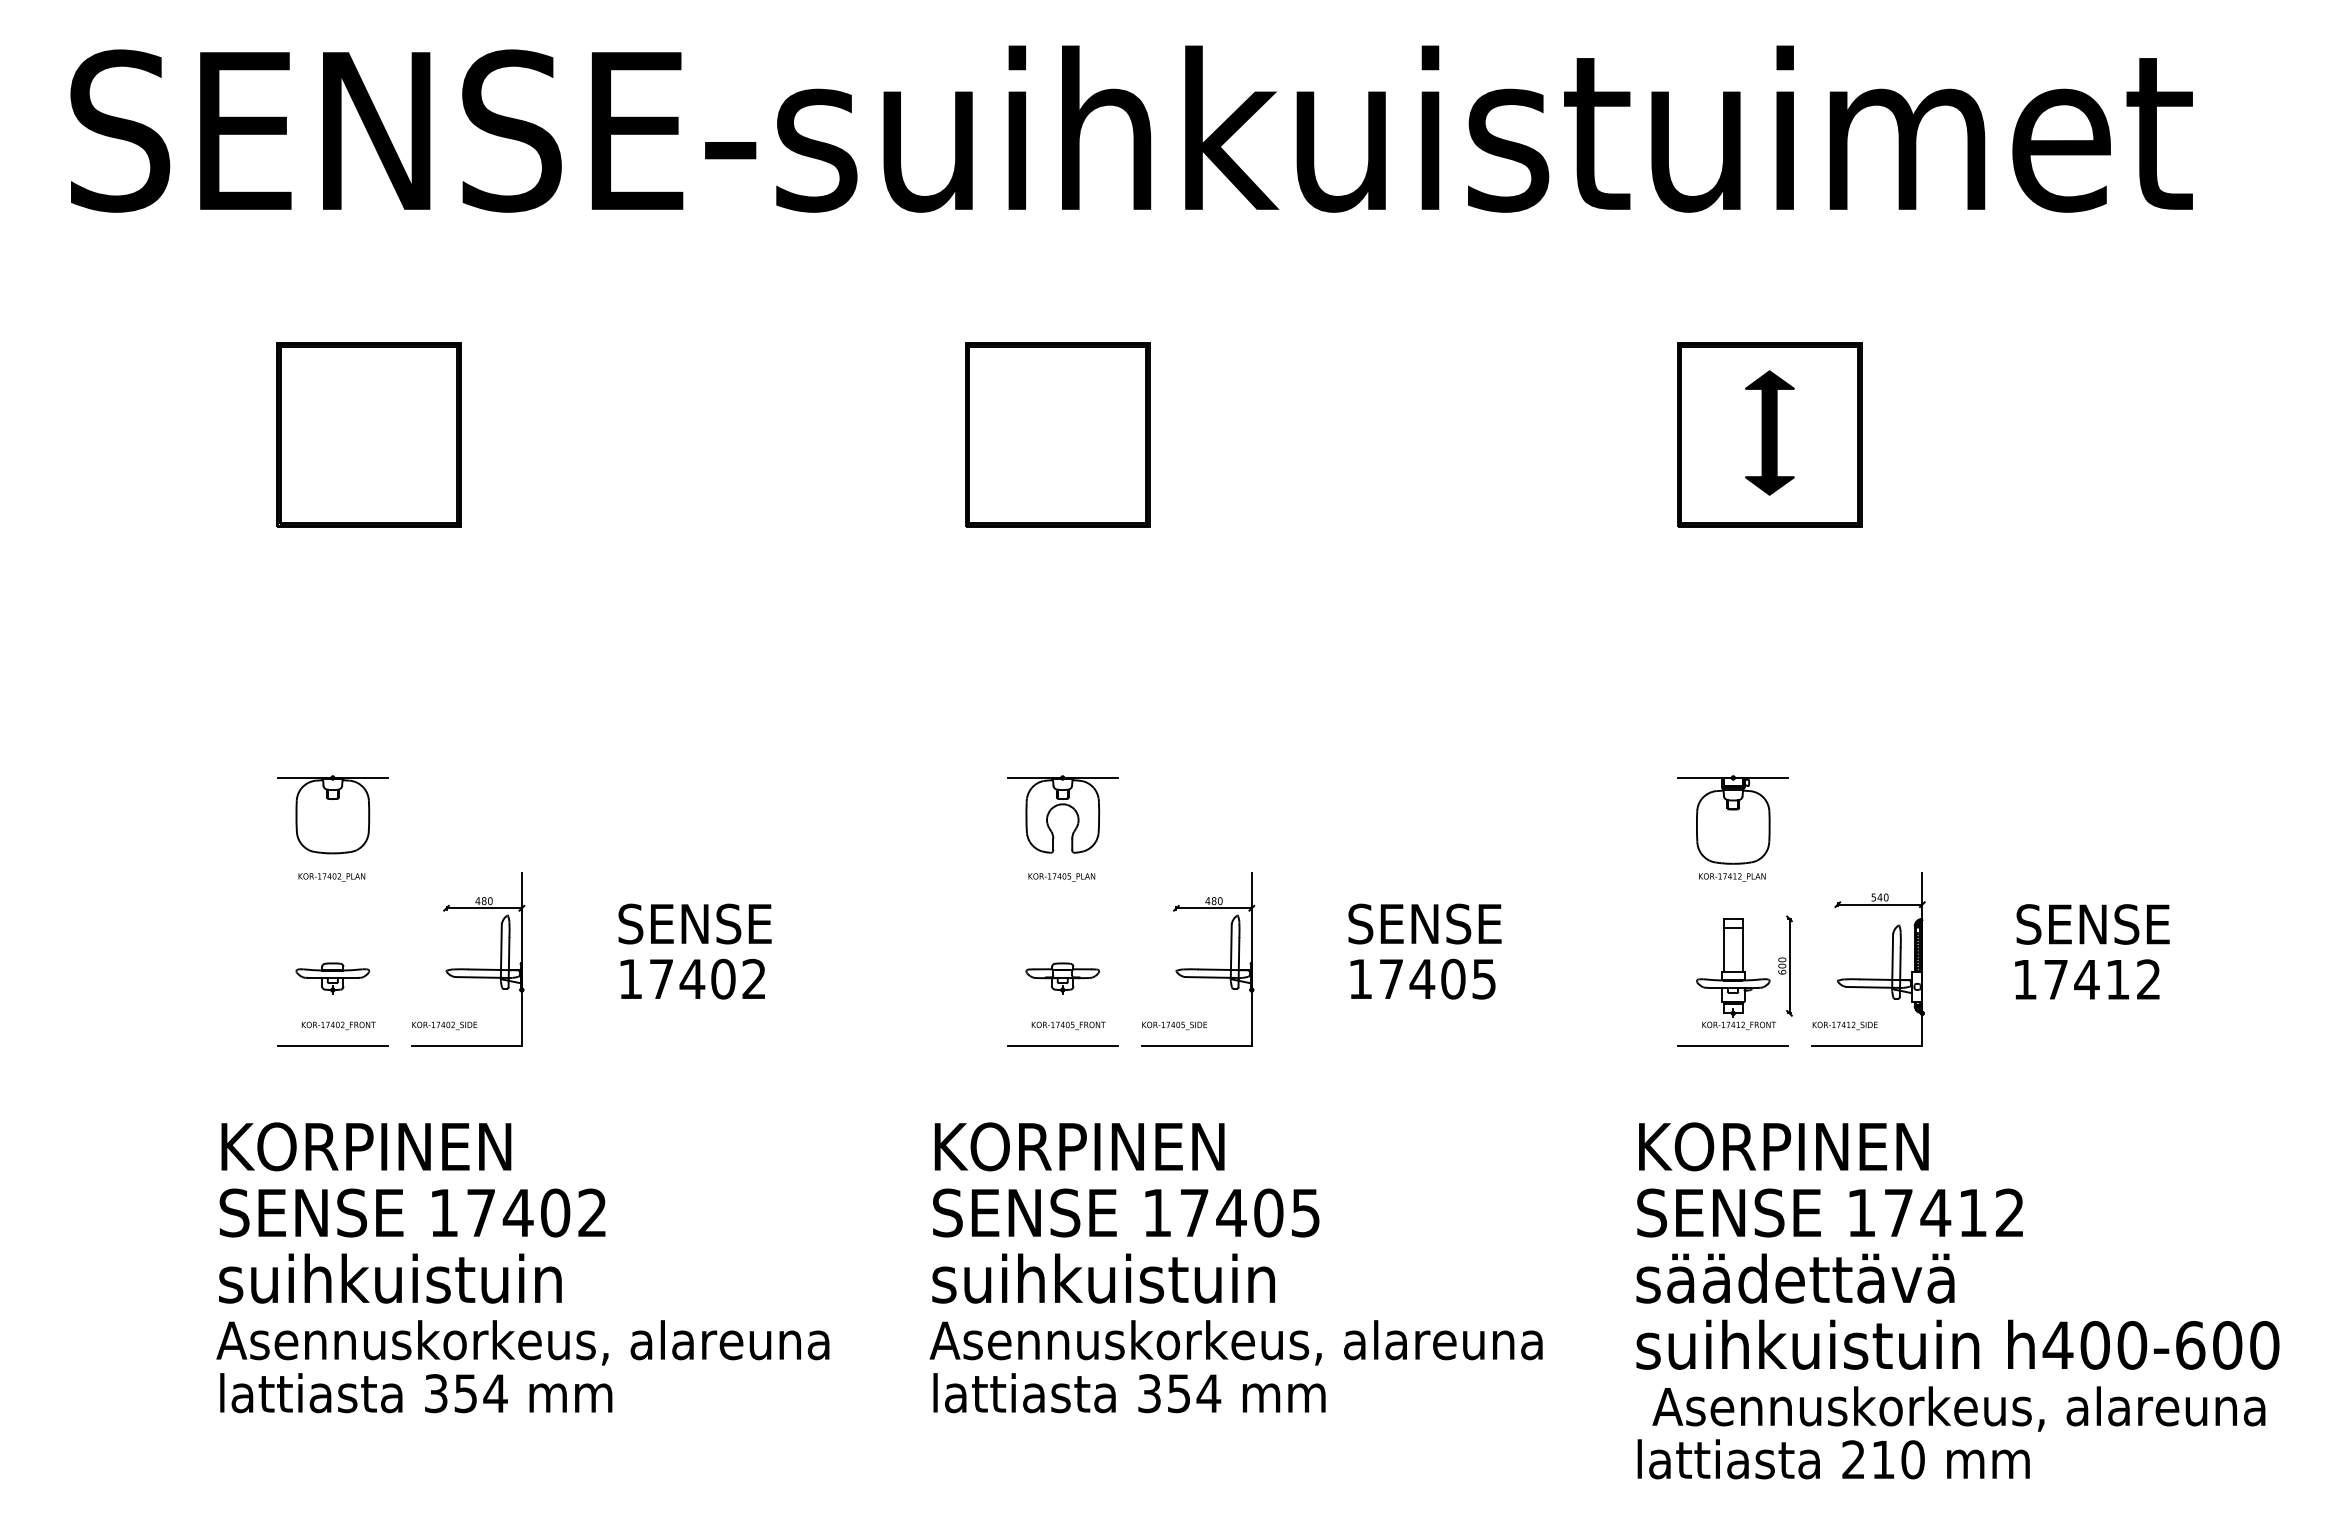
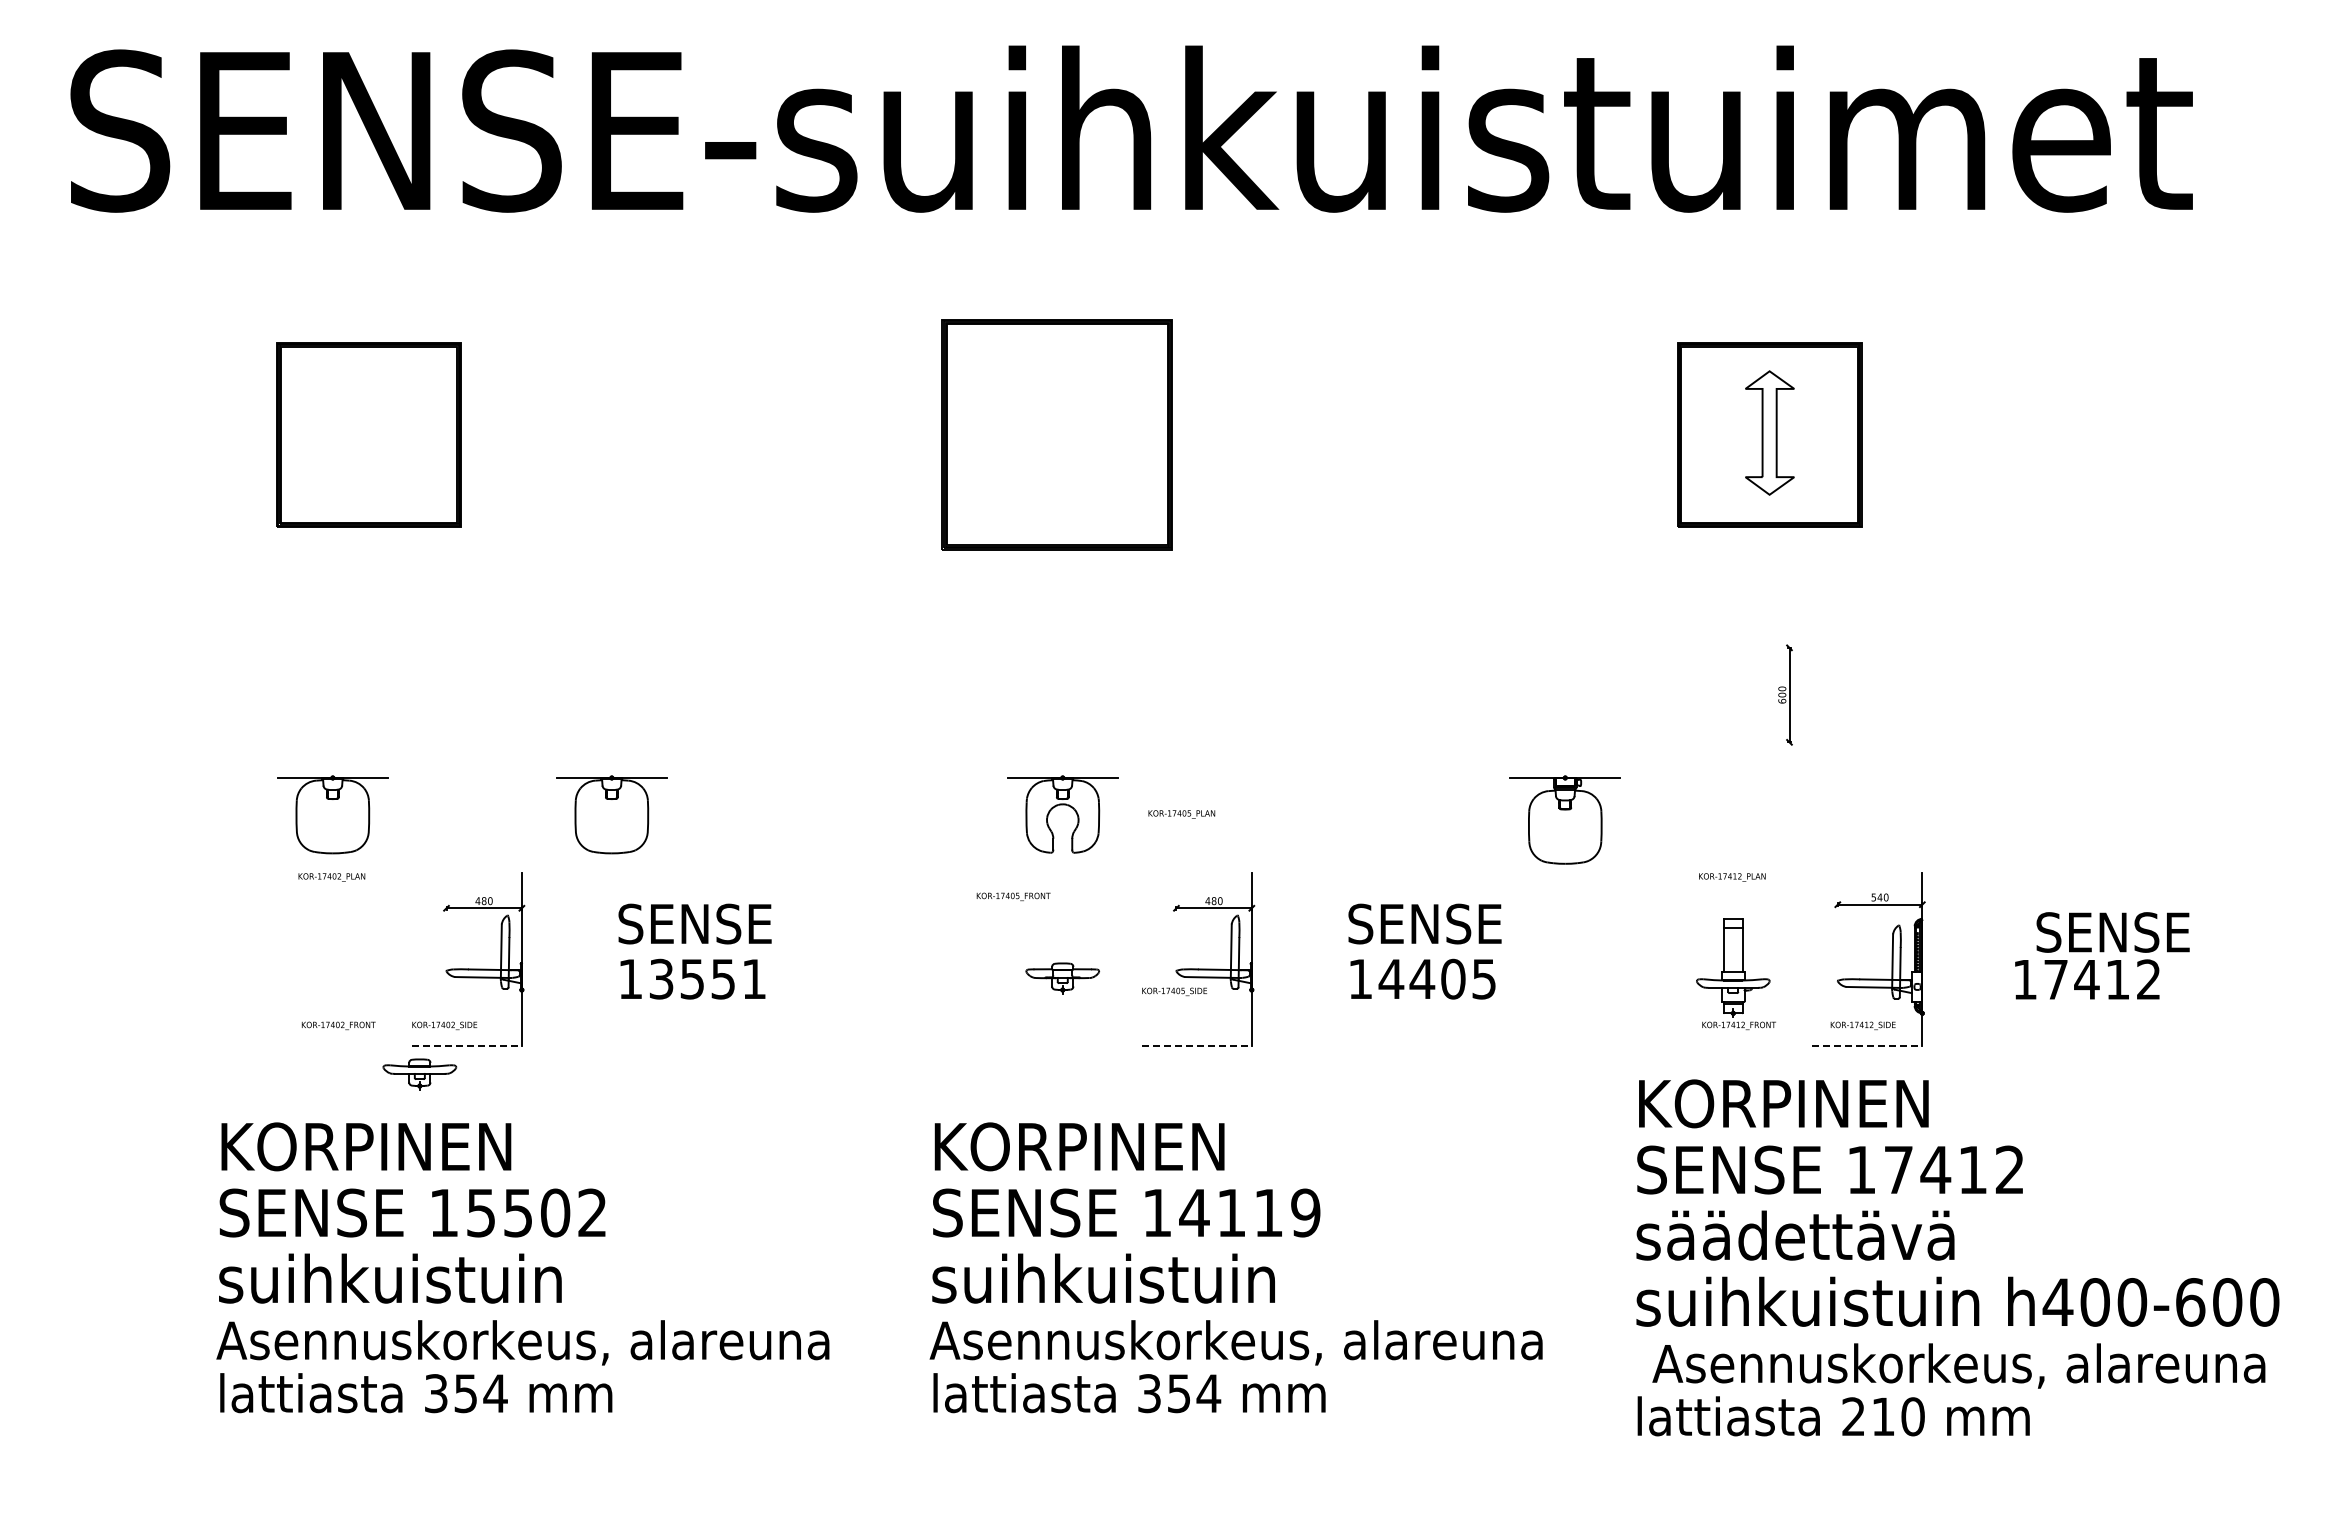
fill at (1769, 432): present -> none
part at (1057, 434) size: 186x186 px -> 232x232 px
part at (611, 814): none -> present
part at (1732, 819) position: (1732, 819) -> (1564, 819)
text at (1061, 877) position: (1061, 877) -> (1181, 814)
text at (2092, 924) position: (2092, 924) -> (2112, 932)
part at (1785, 965) position: (1785, 965) -> (1785, 694)
part at (332, 978) position: (332, 978) -> (419, 1074)
text at (707, 978): 17402 -> 13551
text at (1391, 978): 17405 -> 14405
text at (1068, 1025) position: (1068, 1025) -> (1013, 896)
text at (1174, 1025) position: (1174, 1025) -> (1174, 991)
text at (1844, 1025) position: (1844, 1025) -> (1862, 1025)
line at (332, 1045): present -> none
line at (467, 1045): solid -> dashed
line at (1062, 1045): present -> none
line at (1197, 1045): solid -> dashed
line at (1733, 1045): present -> none
line at (1867, 1045): solid -> dashed
text at (1249, 1212): 17405 -> 14119
text at (500, 1213): 17402 -> 15502
text at (1957, 1300) position: (1957, 1300) -> (1957, 1257)
